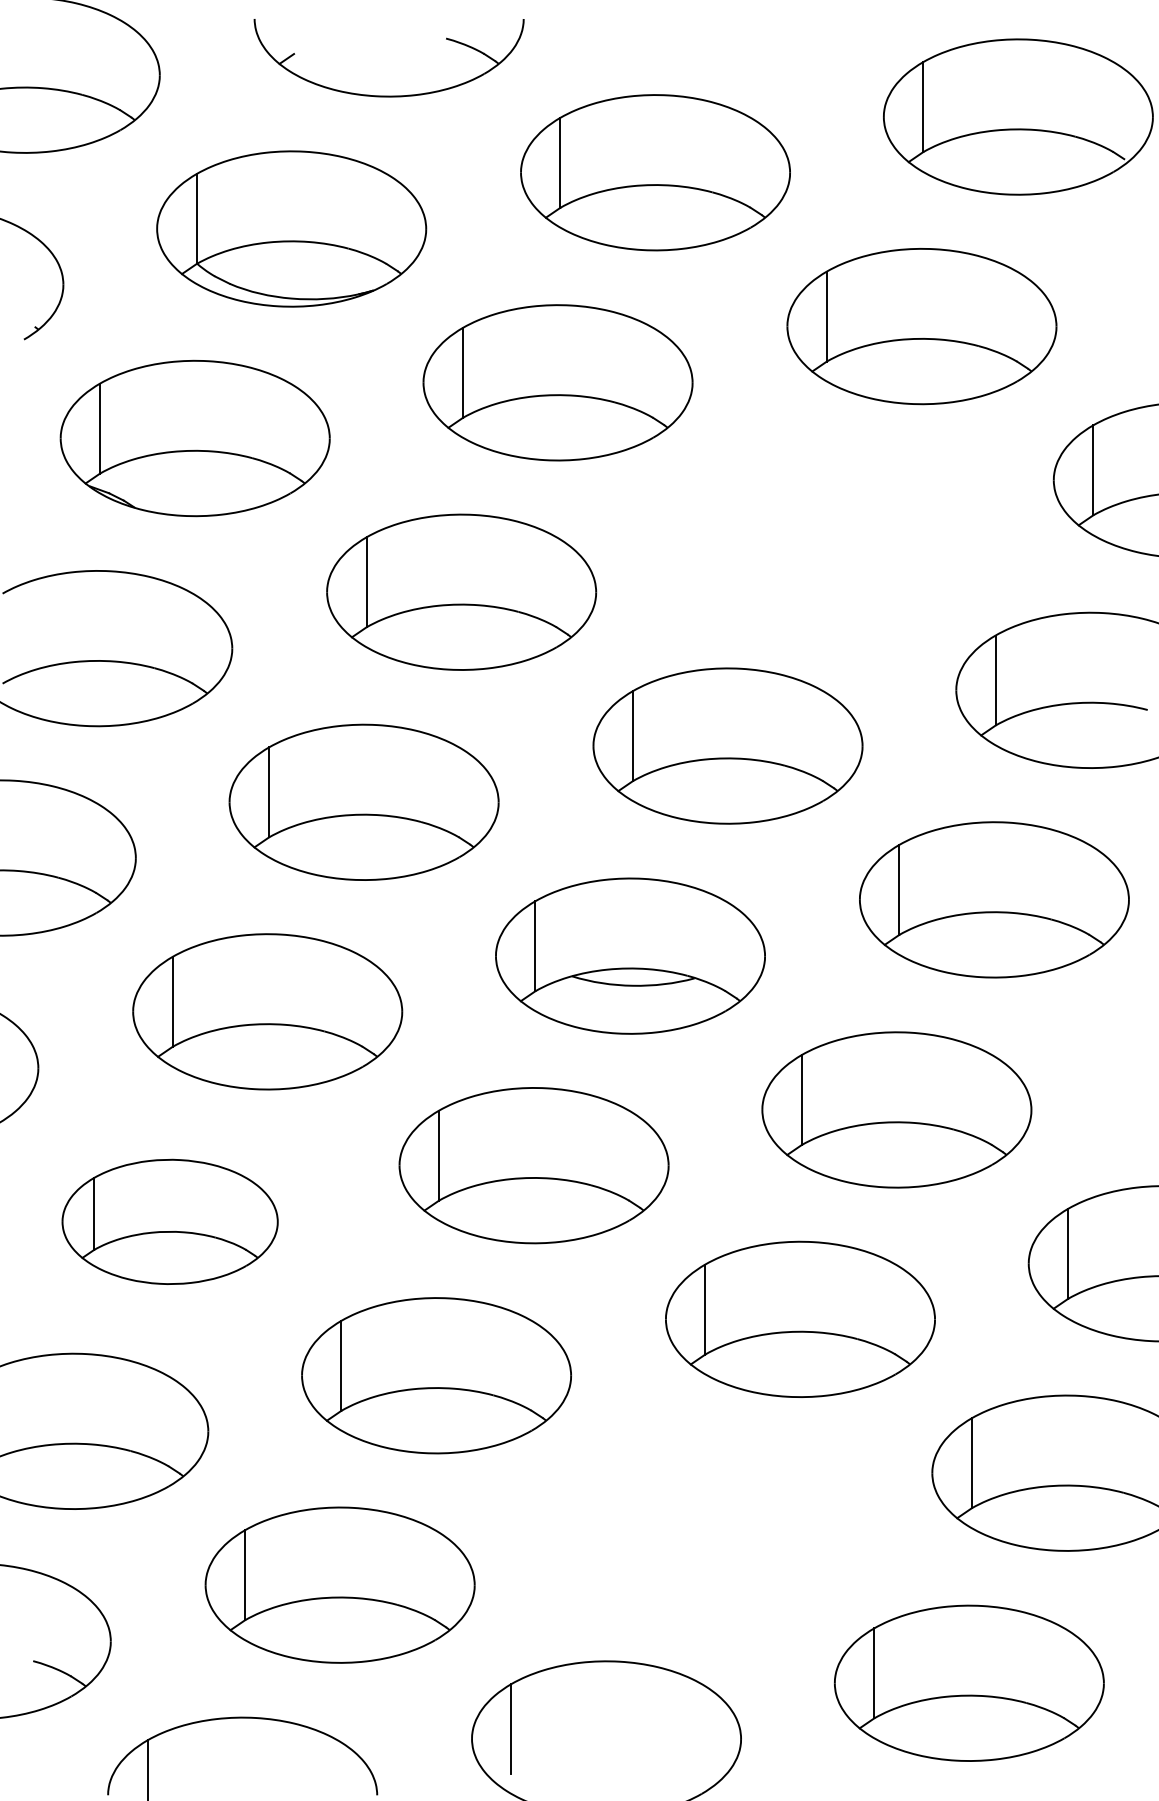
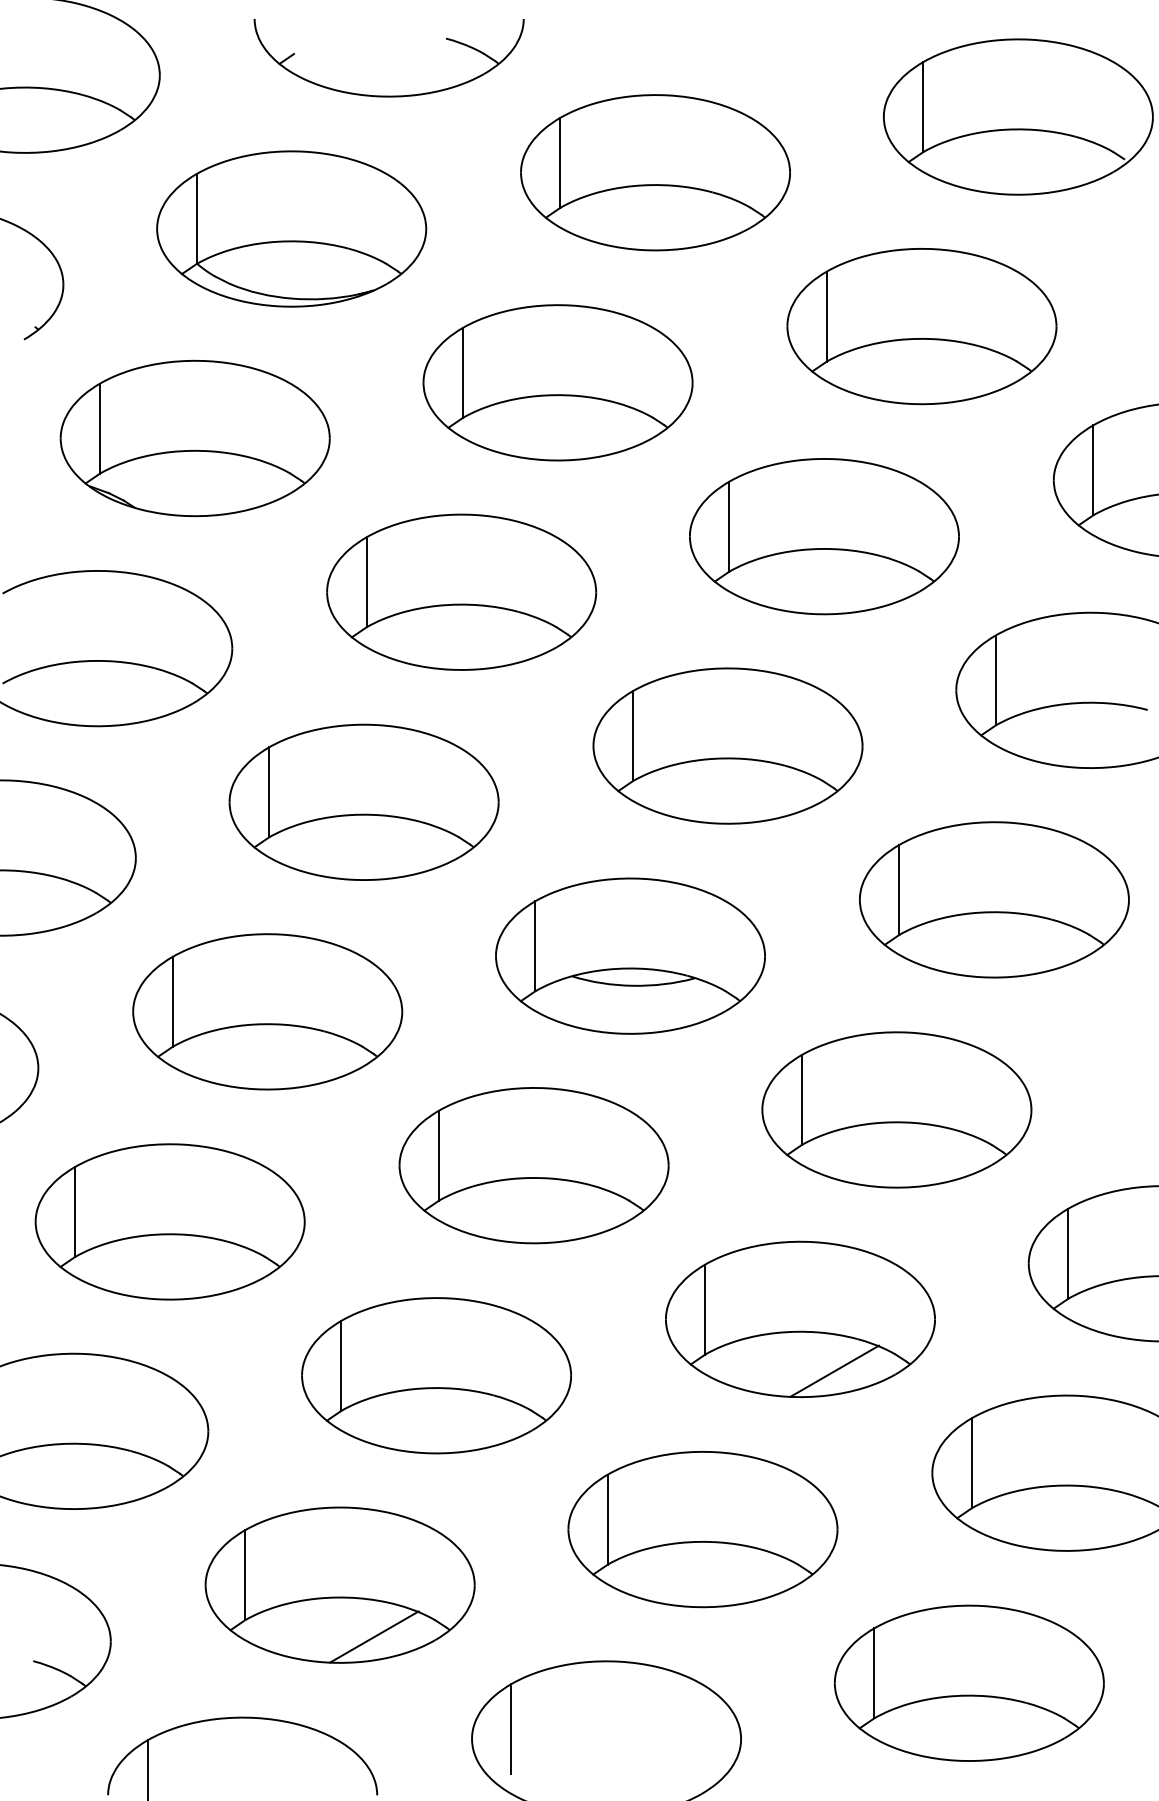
part at (824, 536): none -> present
part at (169, 1221) size: 218x127 px -> 272x158 px
line at (834, 1370): none -> present
part at (702, 1529): none -> present
line at (374, 1636): none -> present
